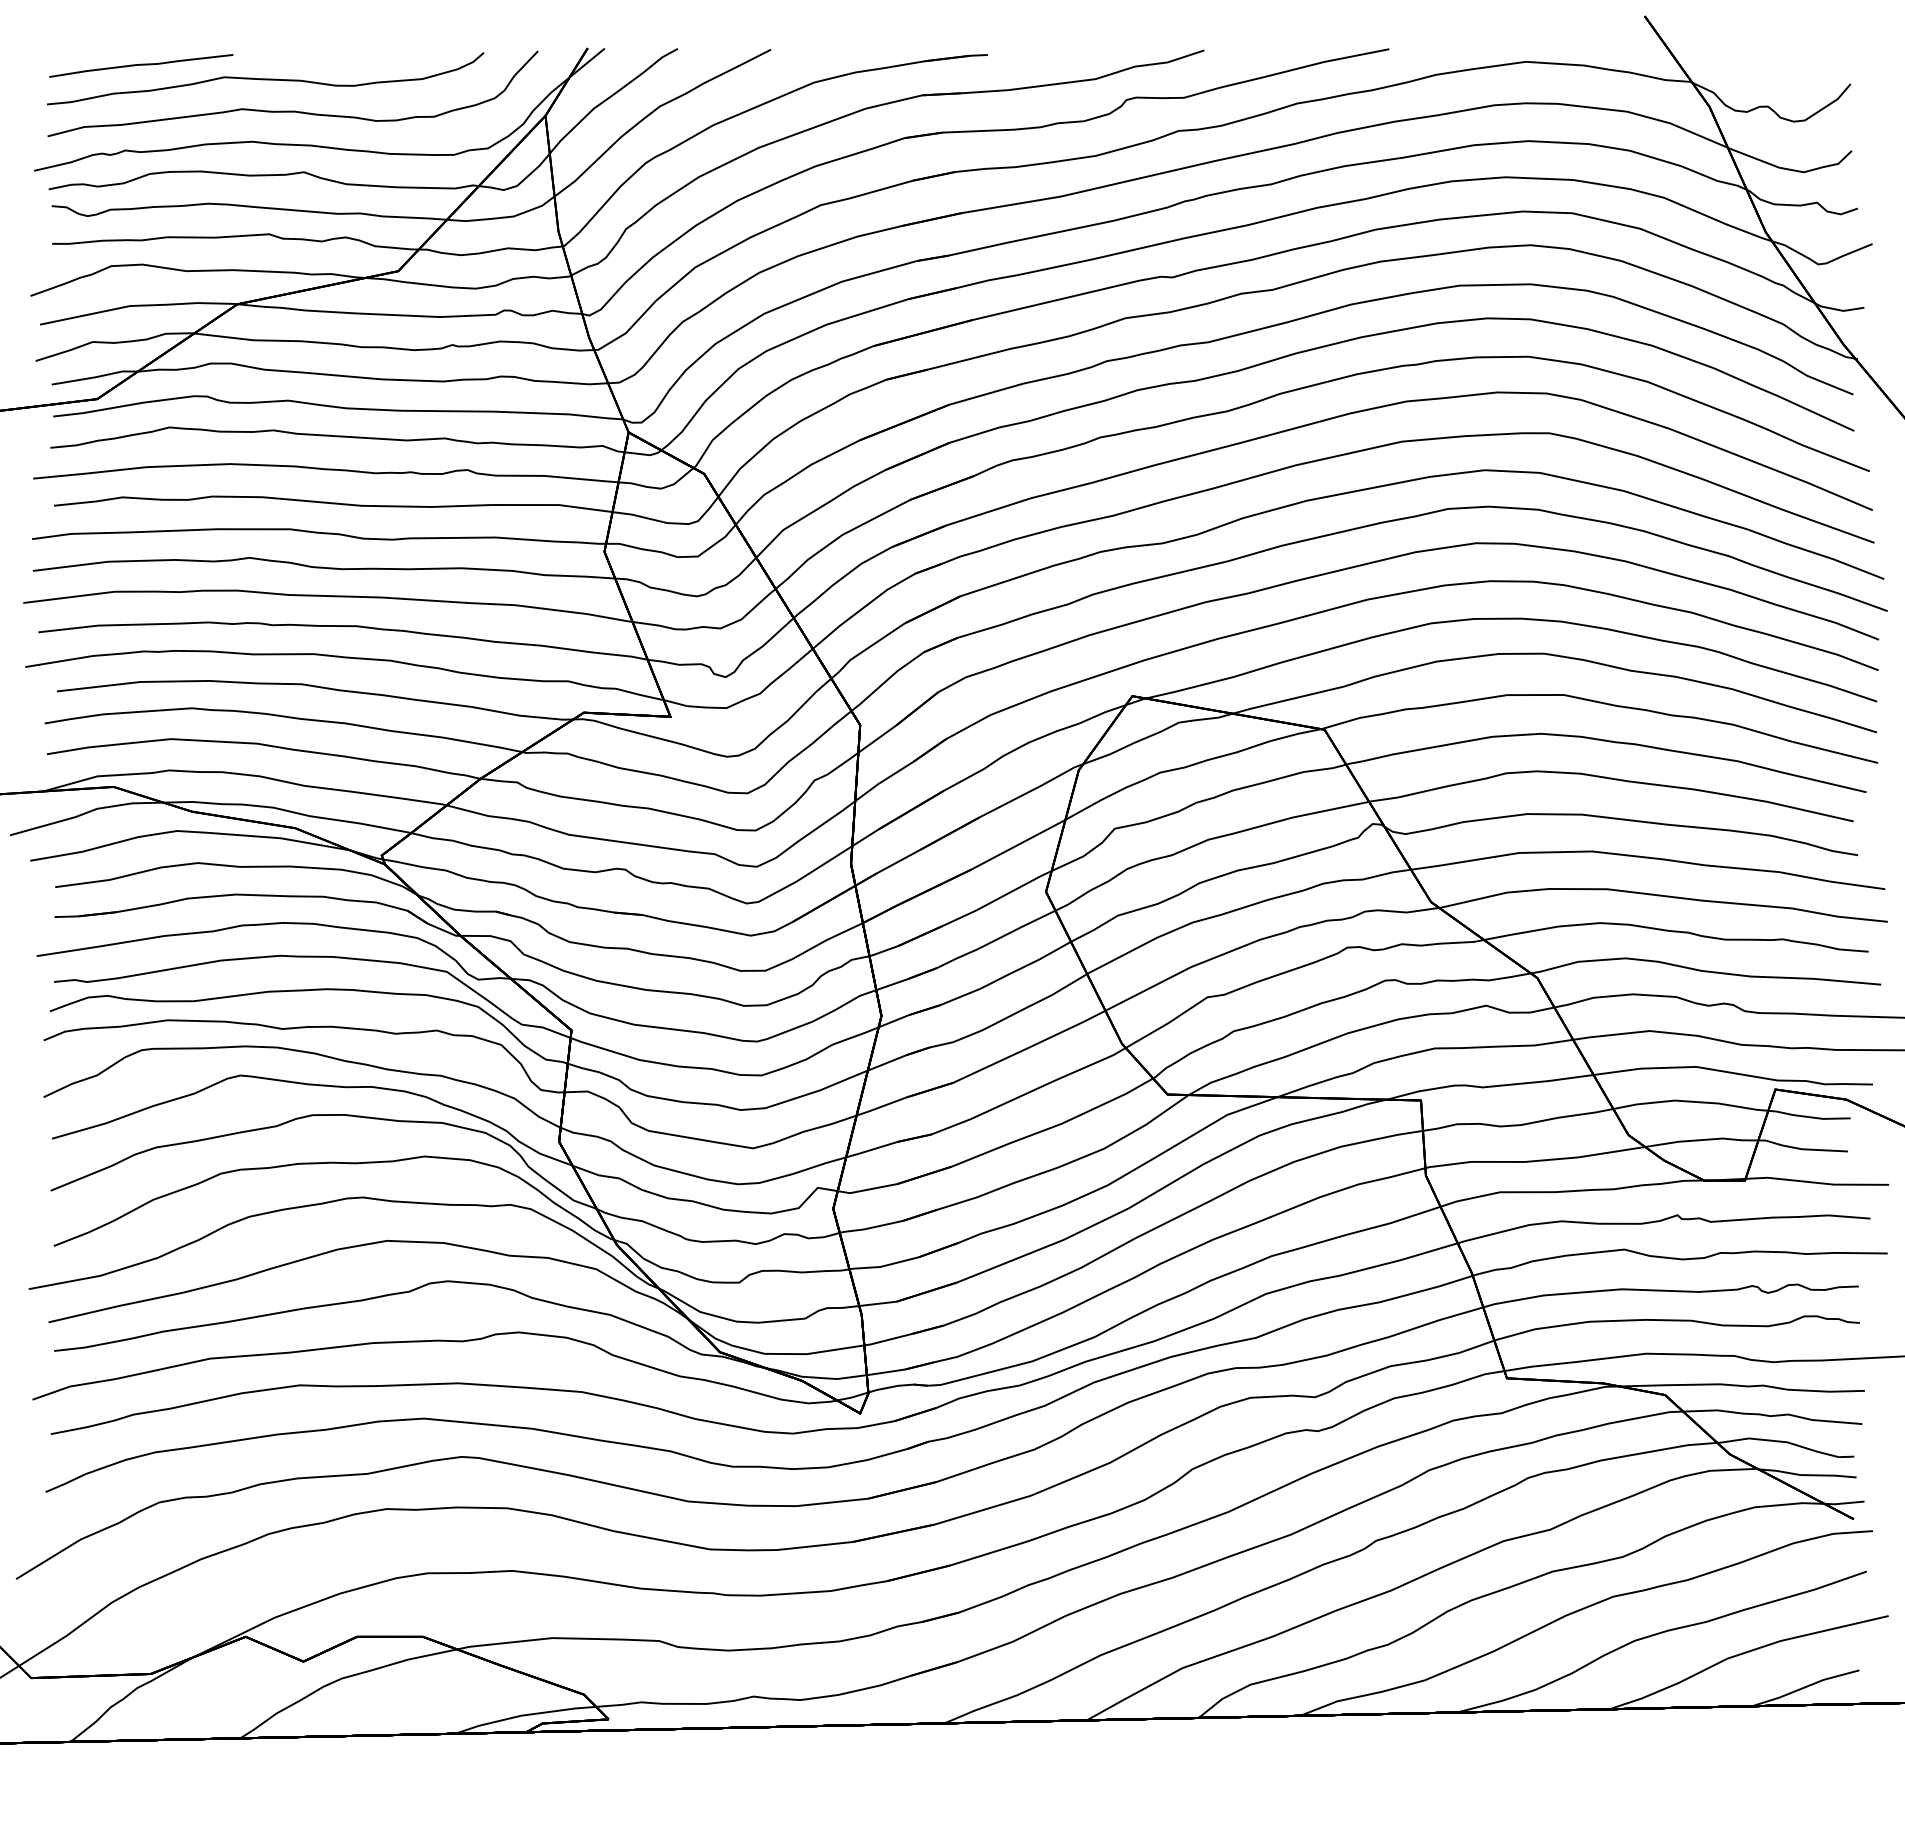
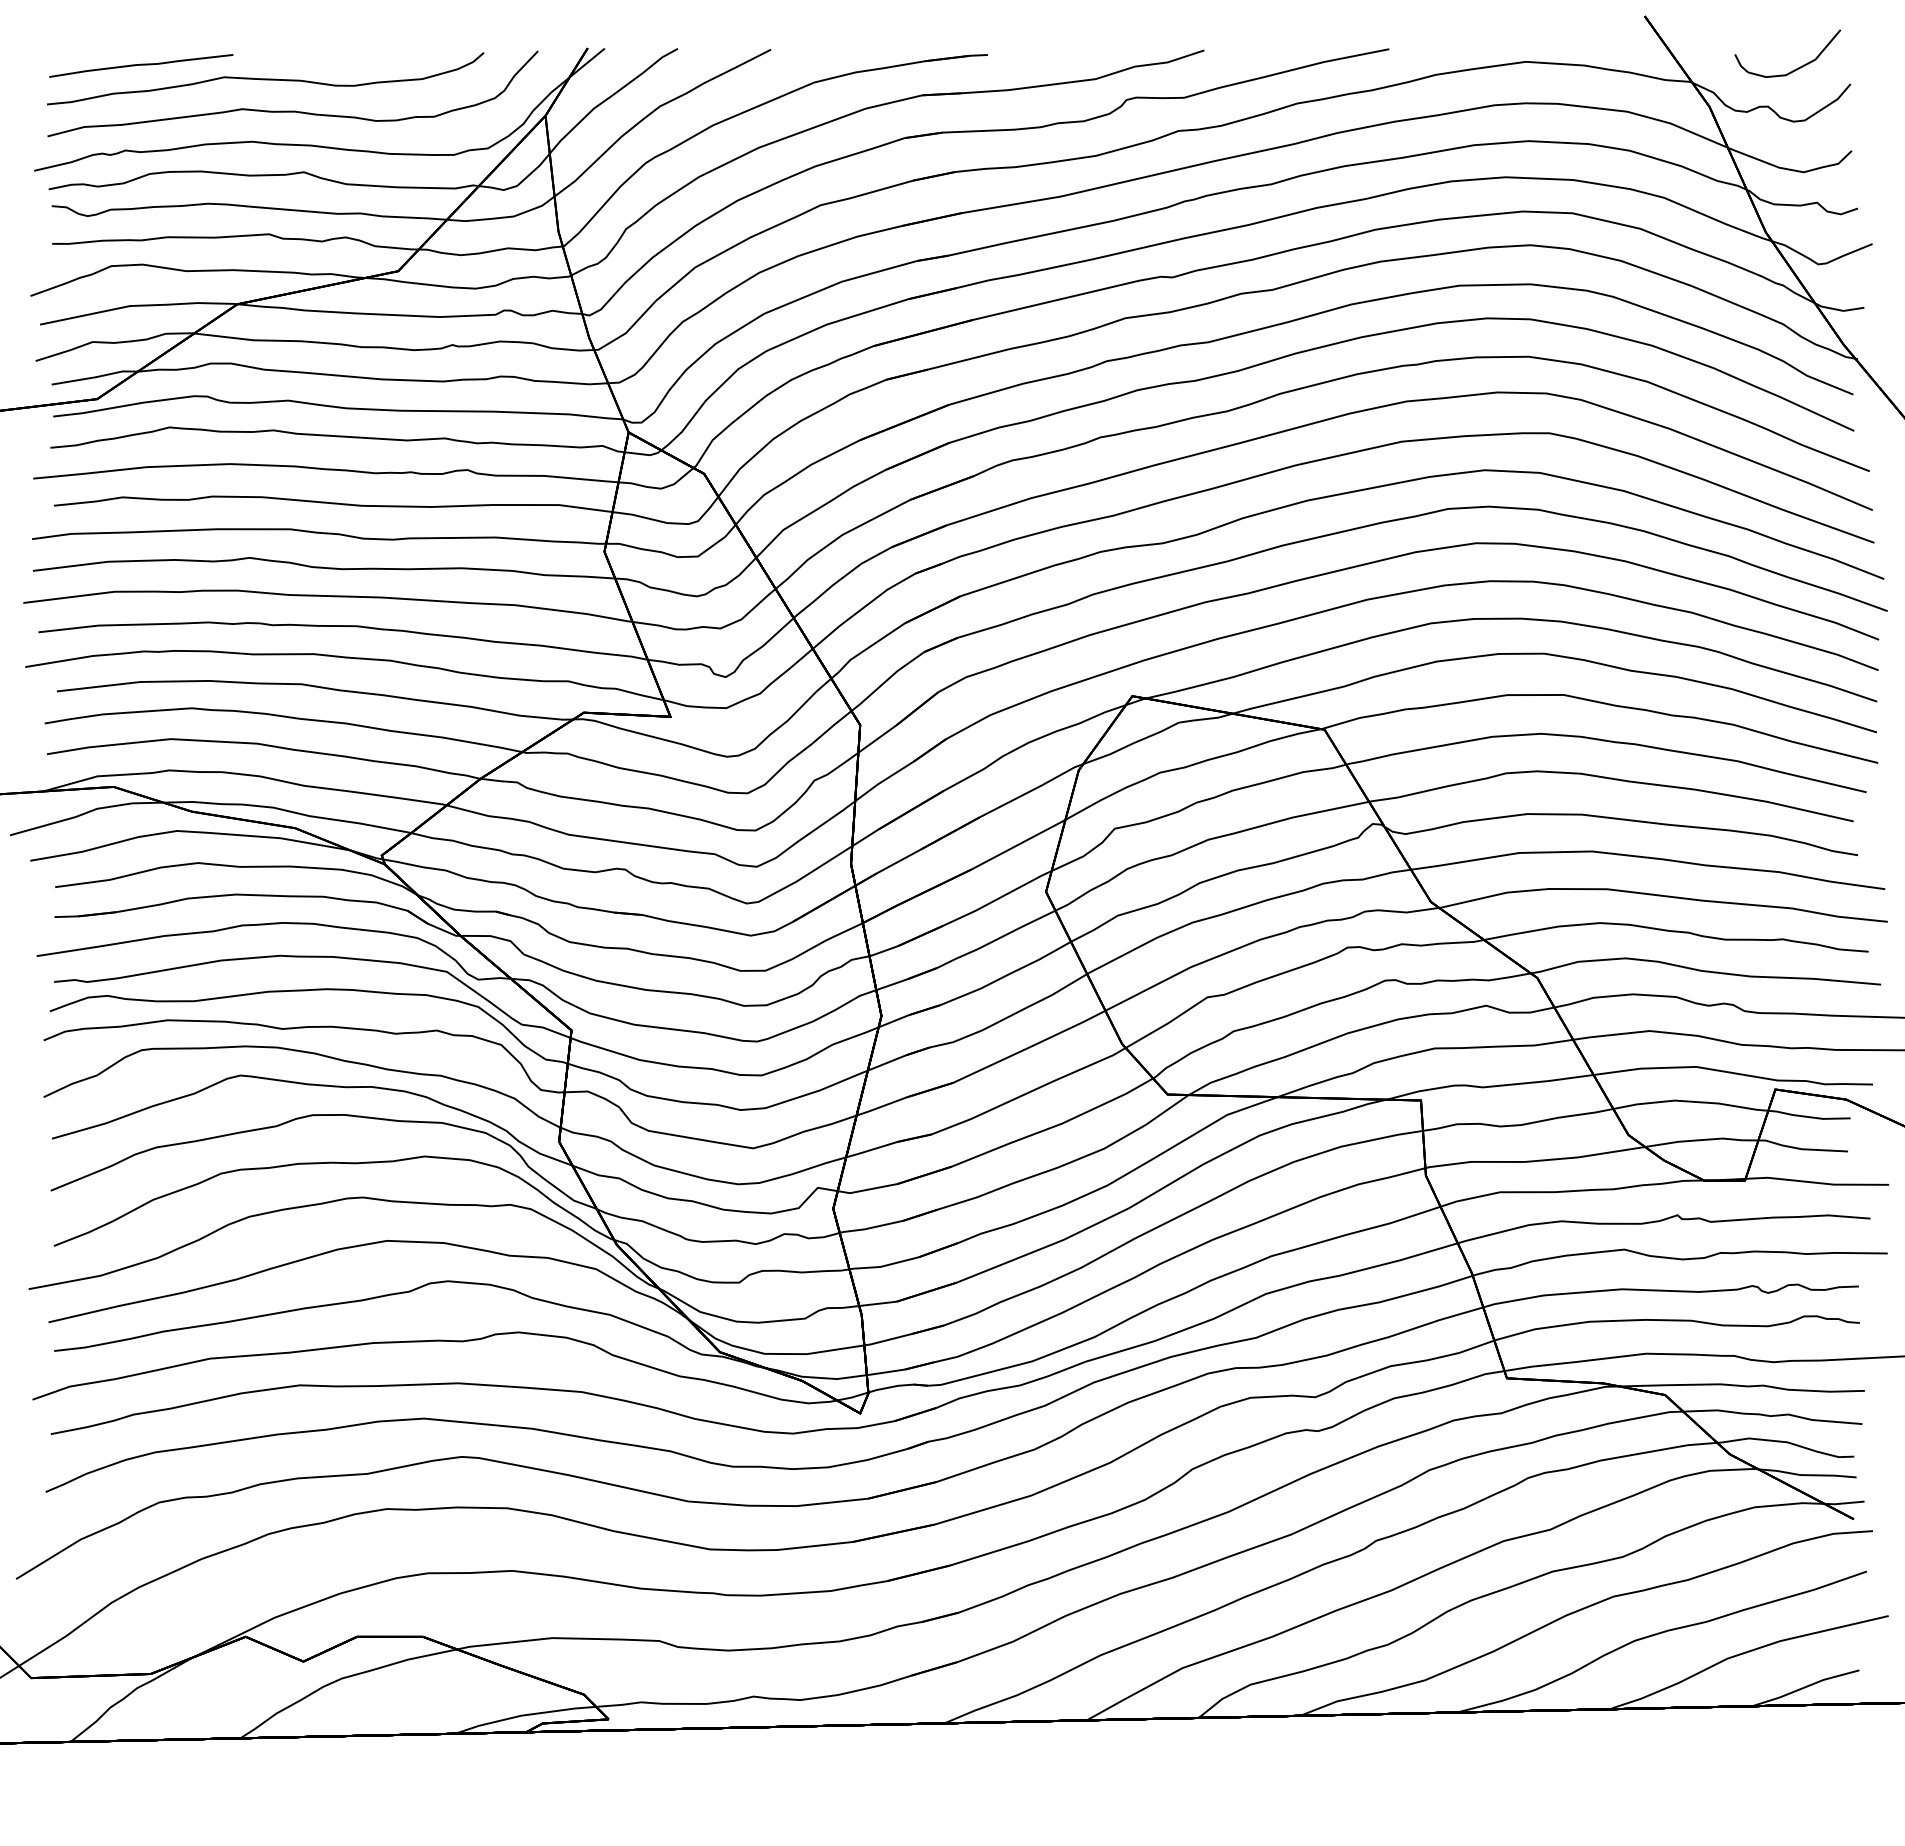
curve at (1794, 69): none -> present
